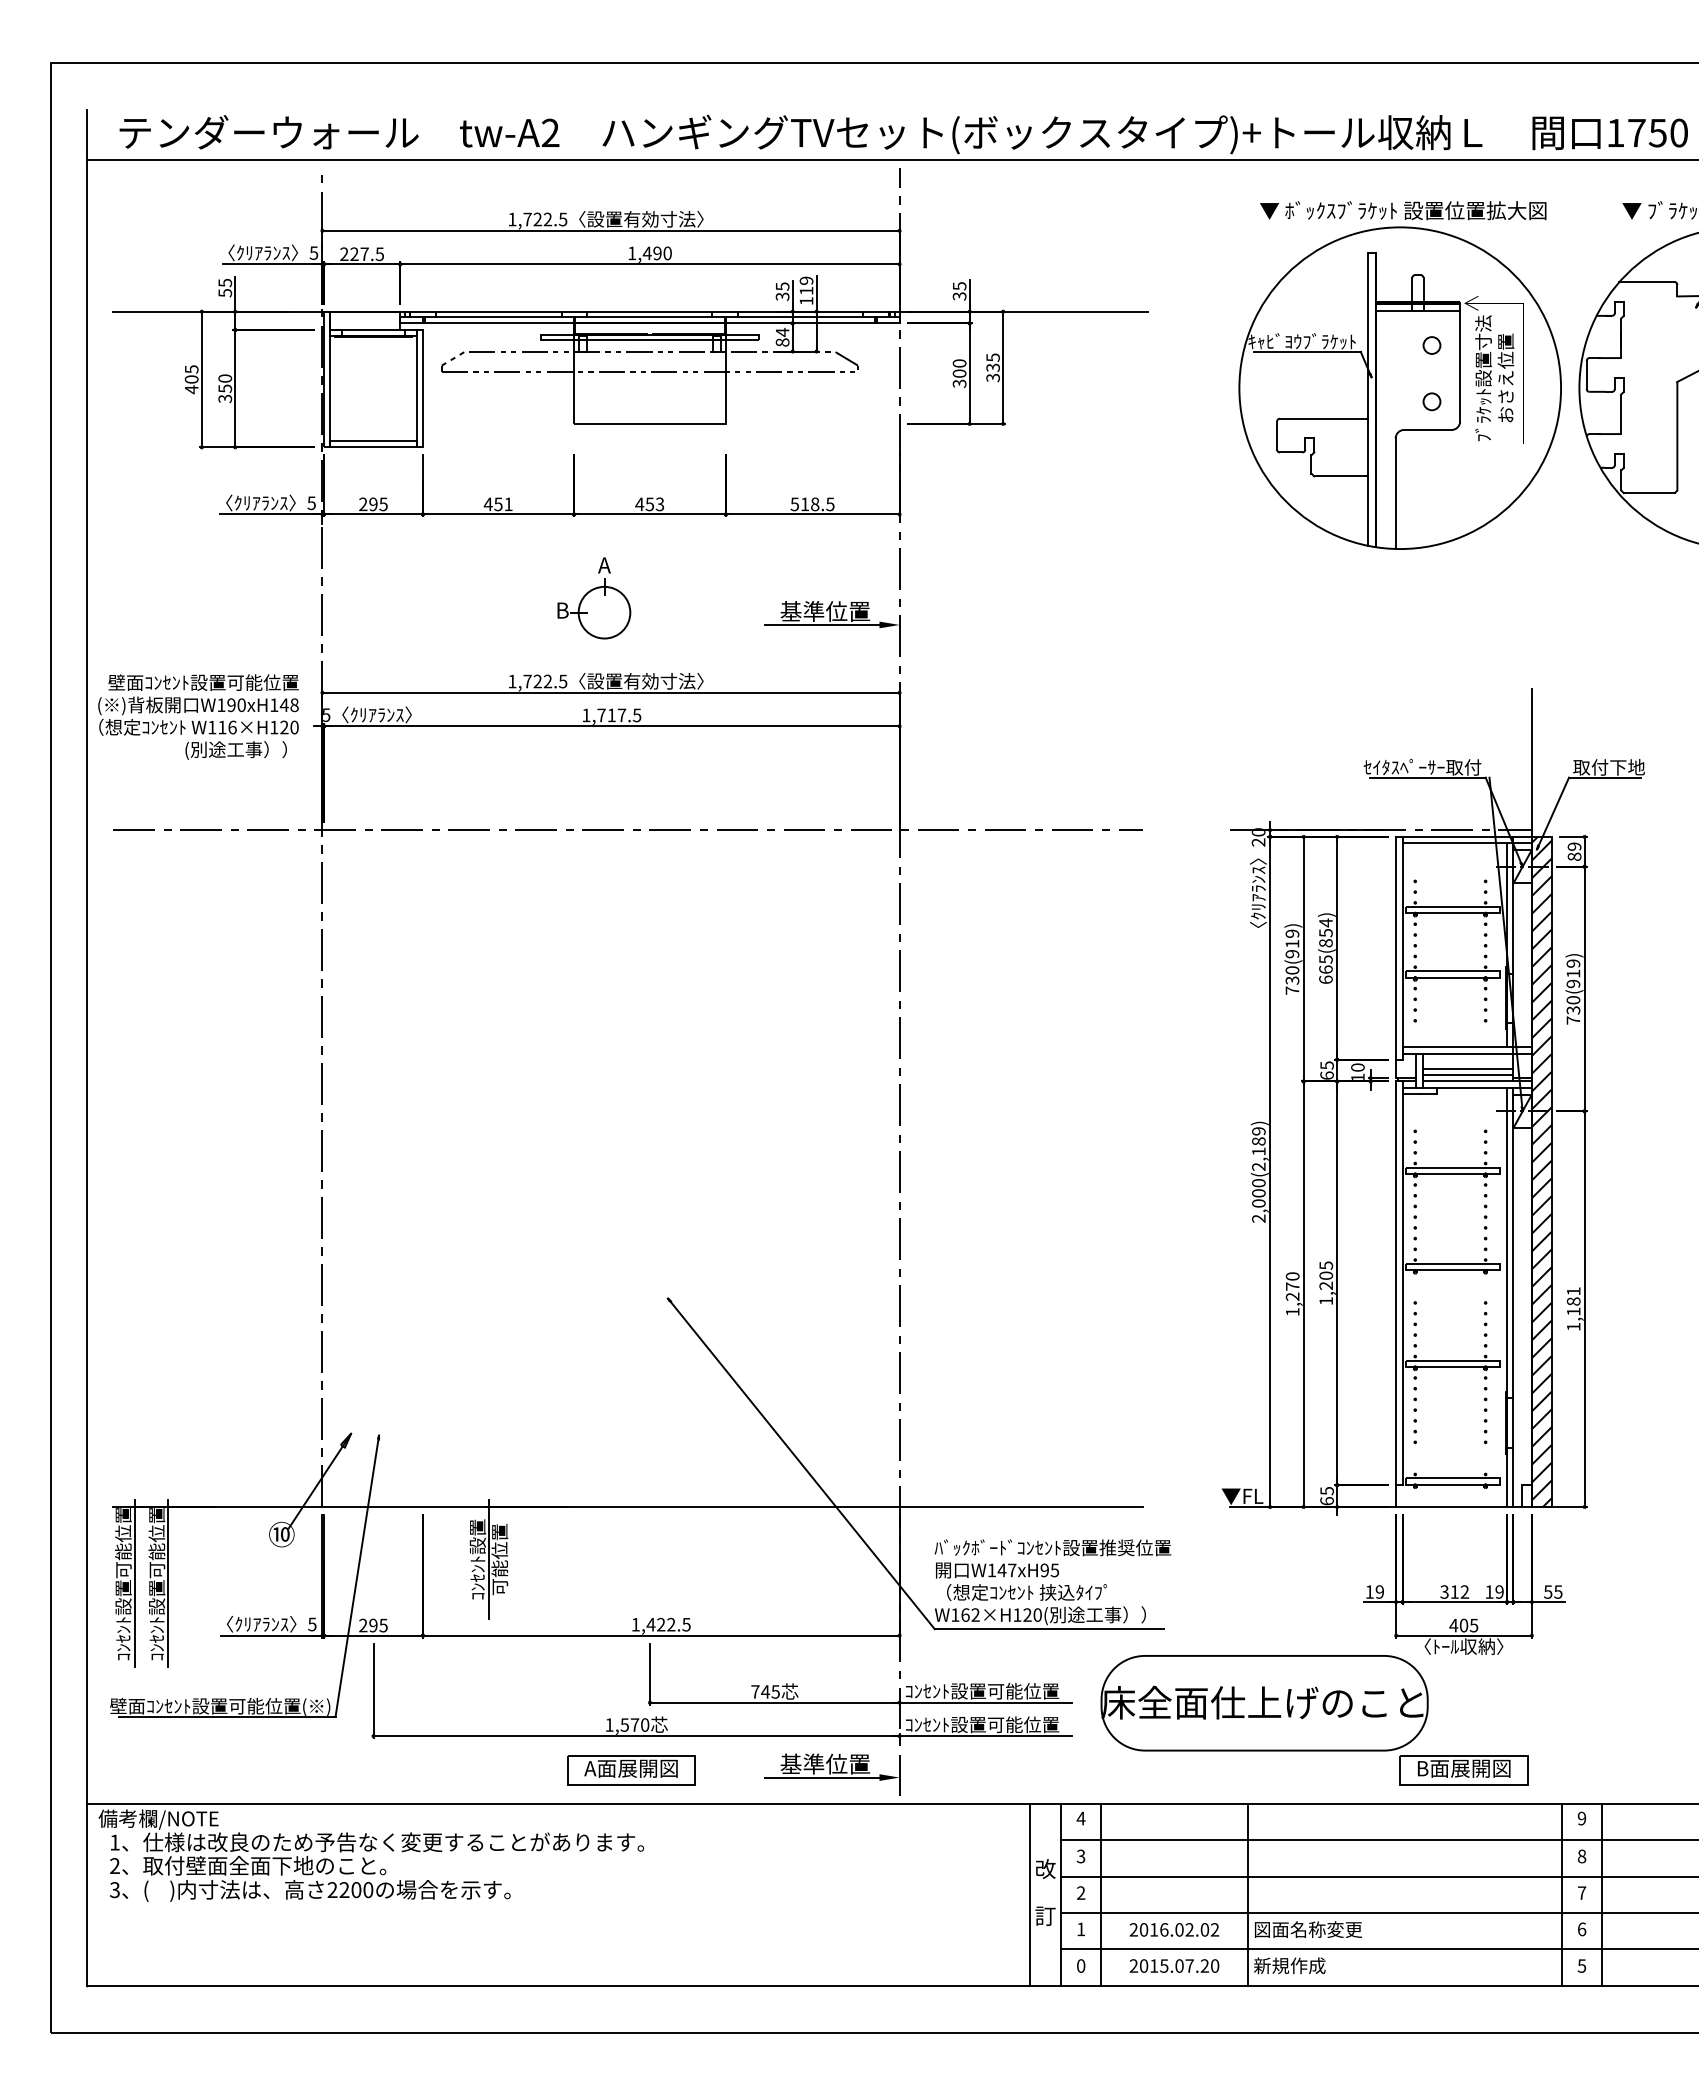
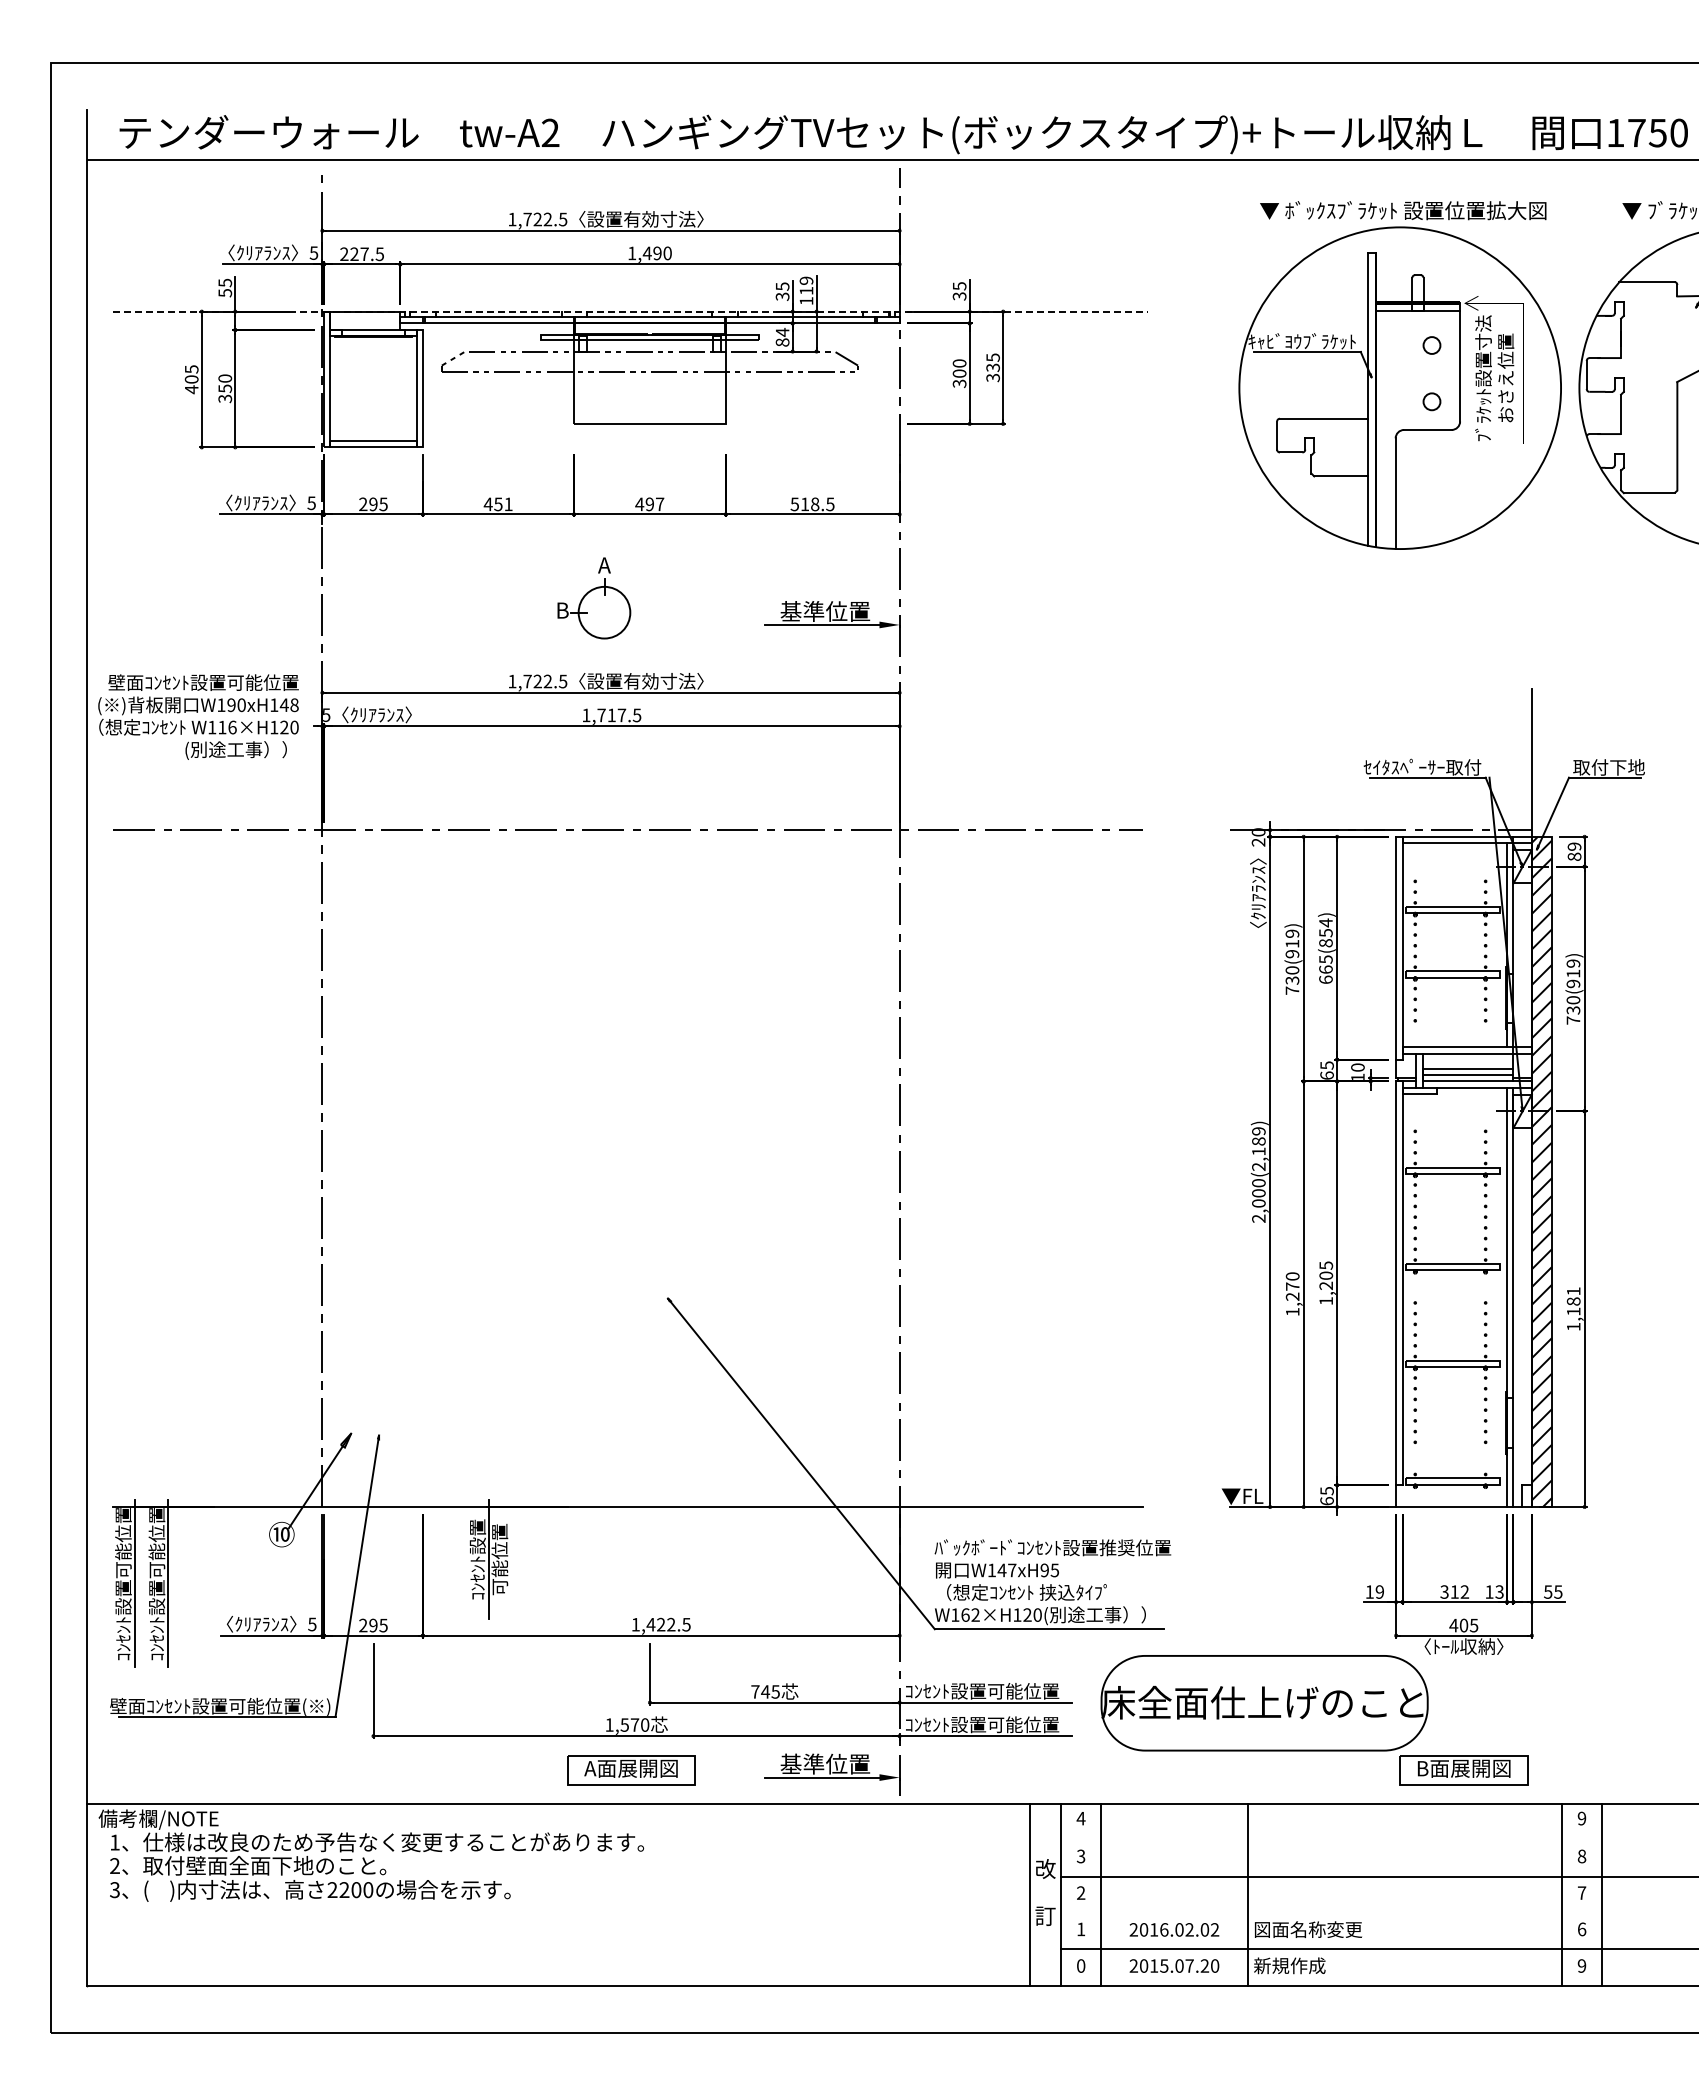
line at (630, 311): solid -> dashed
text at (654, 504): 453 -> 497
text at (1499, 1591): 19 -> 13
line at (1377, 1840): present -> none
line at (1377, 1912): present -> none
text at (1581, 1965): 5 -> 9
